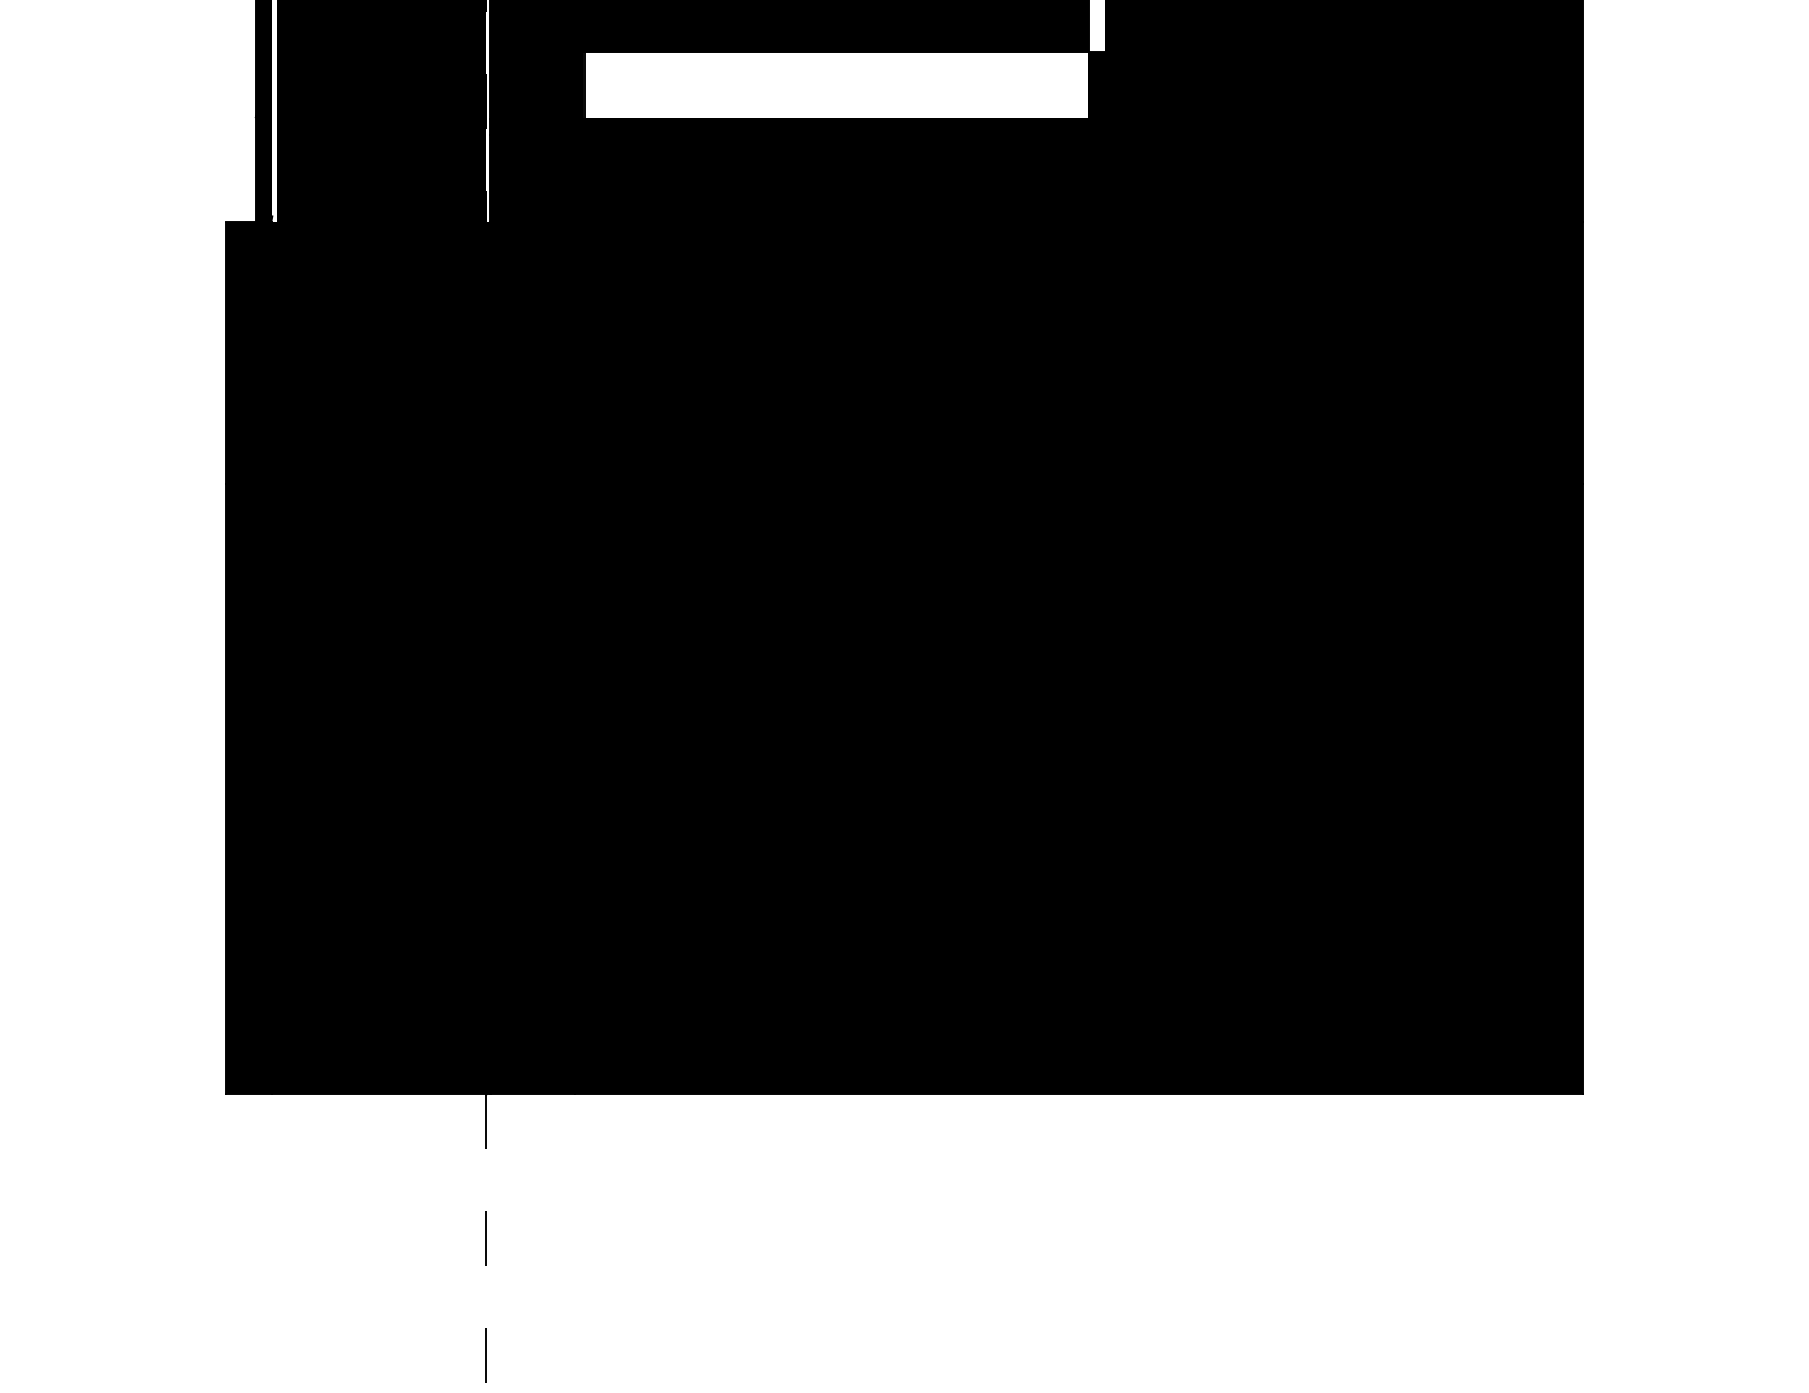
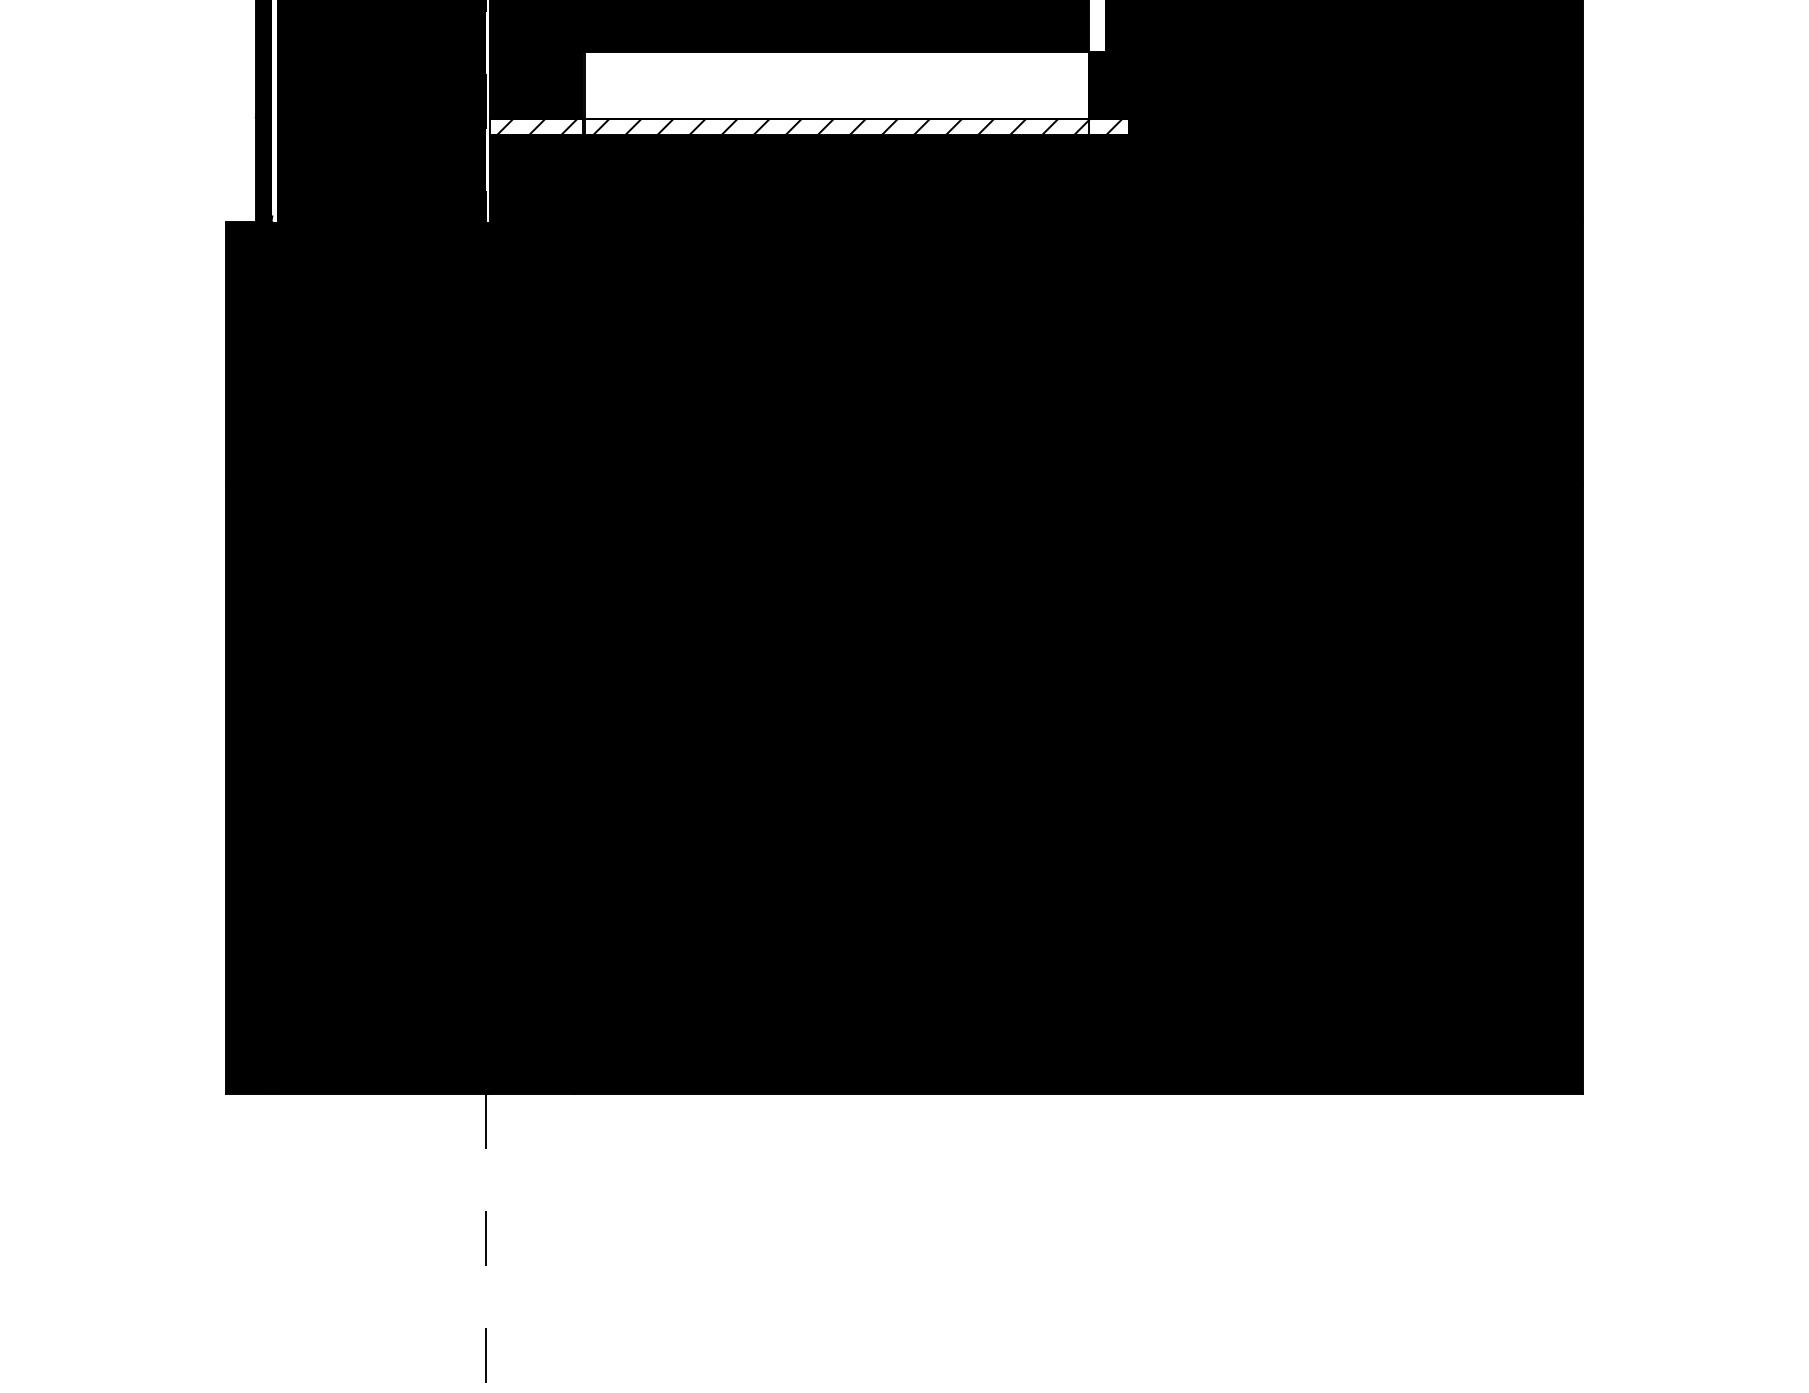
fill at (809, 126): present -> none
